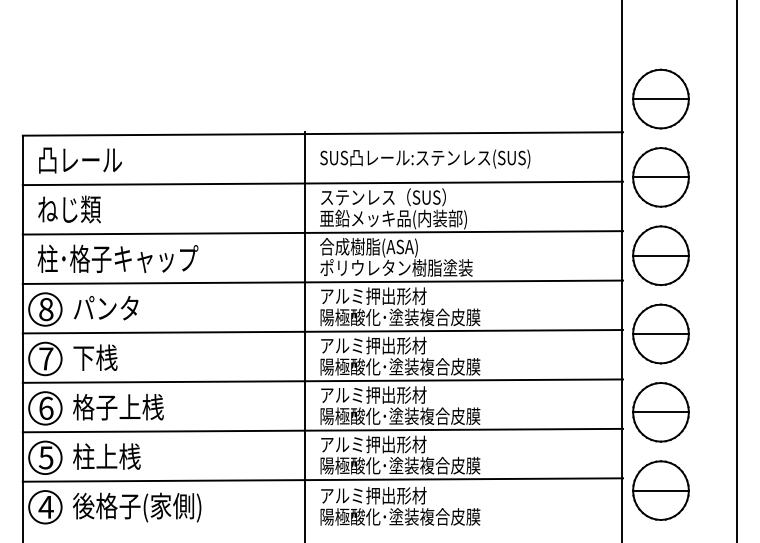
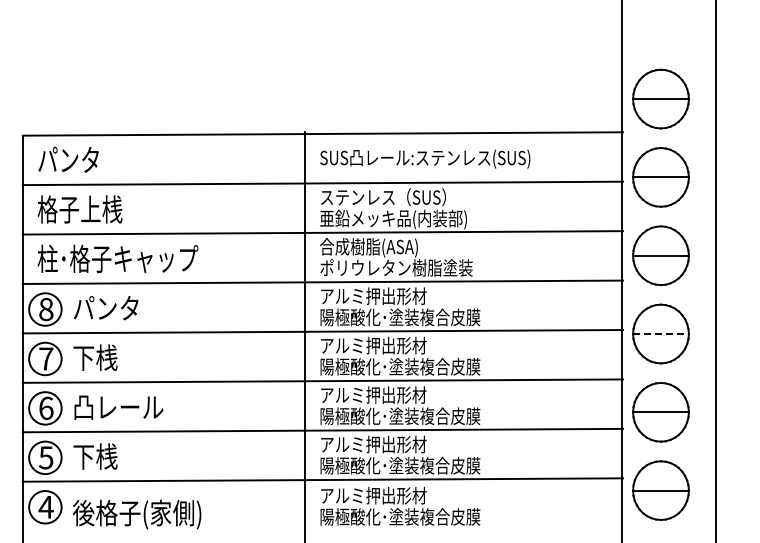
text at (79, 159): 凸レール -> パンタ
text at (79, 209): ねじ類 -> 格子上桟
line at (737, 270) position: (737, 270) -> (716, 270)
line at (661, 334): solid -> dashed
text at (118, 406): 格子上桟 -> 凸レール
text at (106, 456): 柱上桟 -> 下桟
text at (137, 507) position: (137, 507) -> (137, 514)
